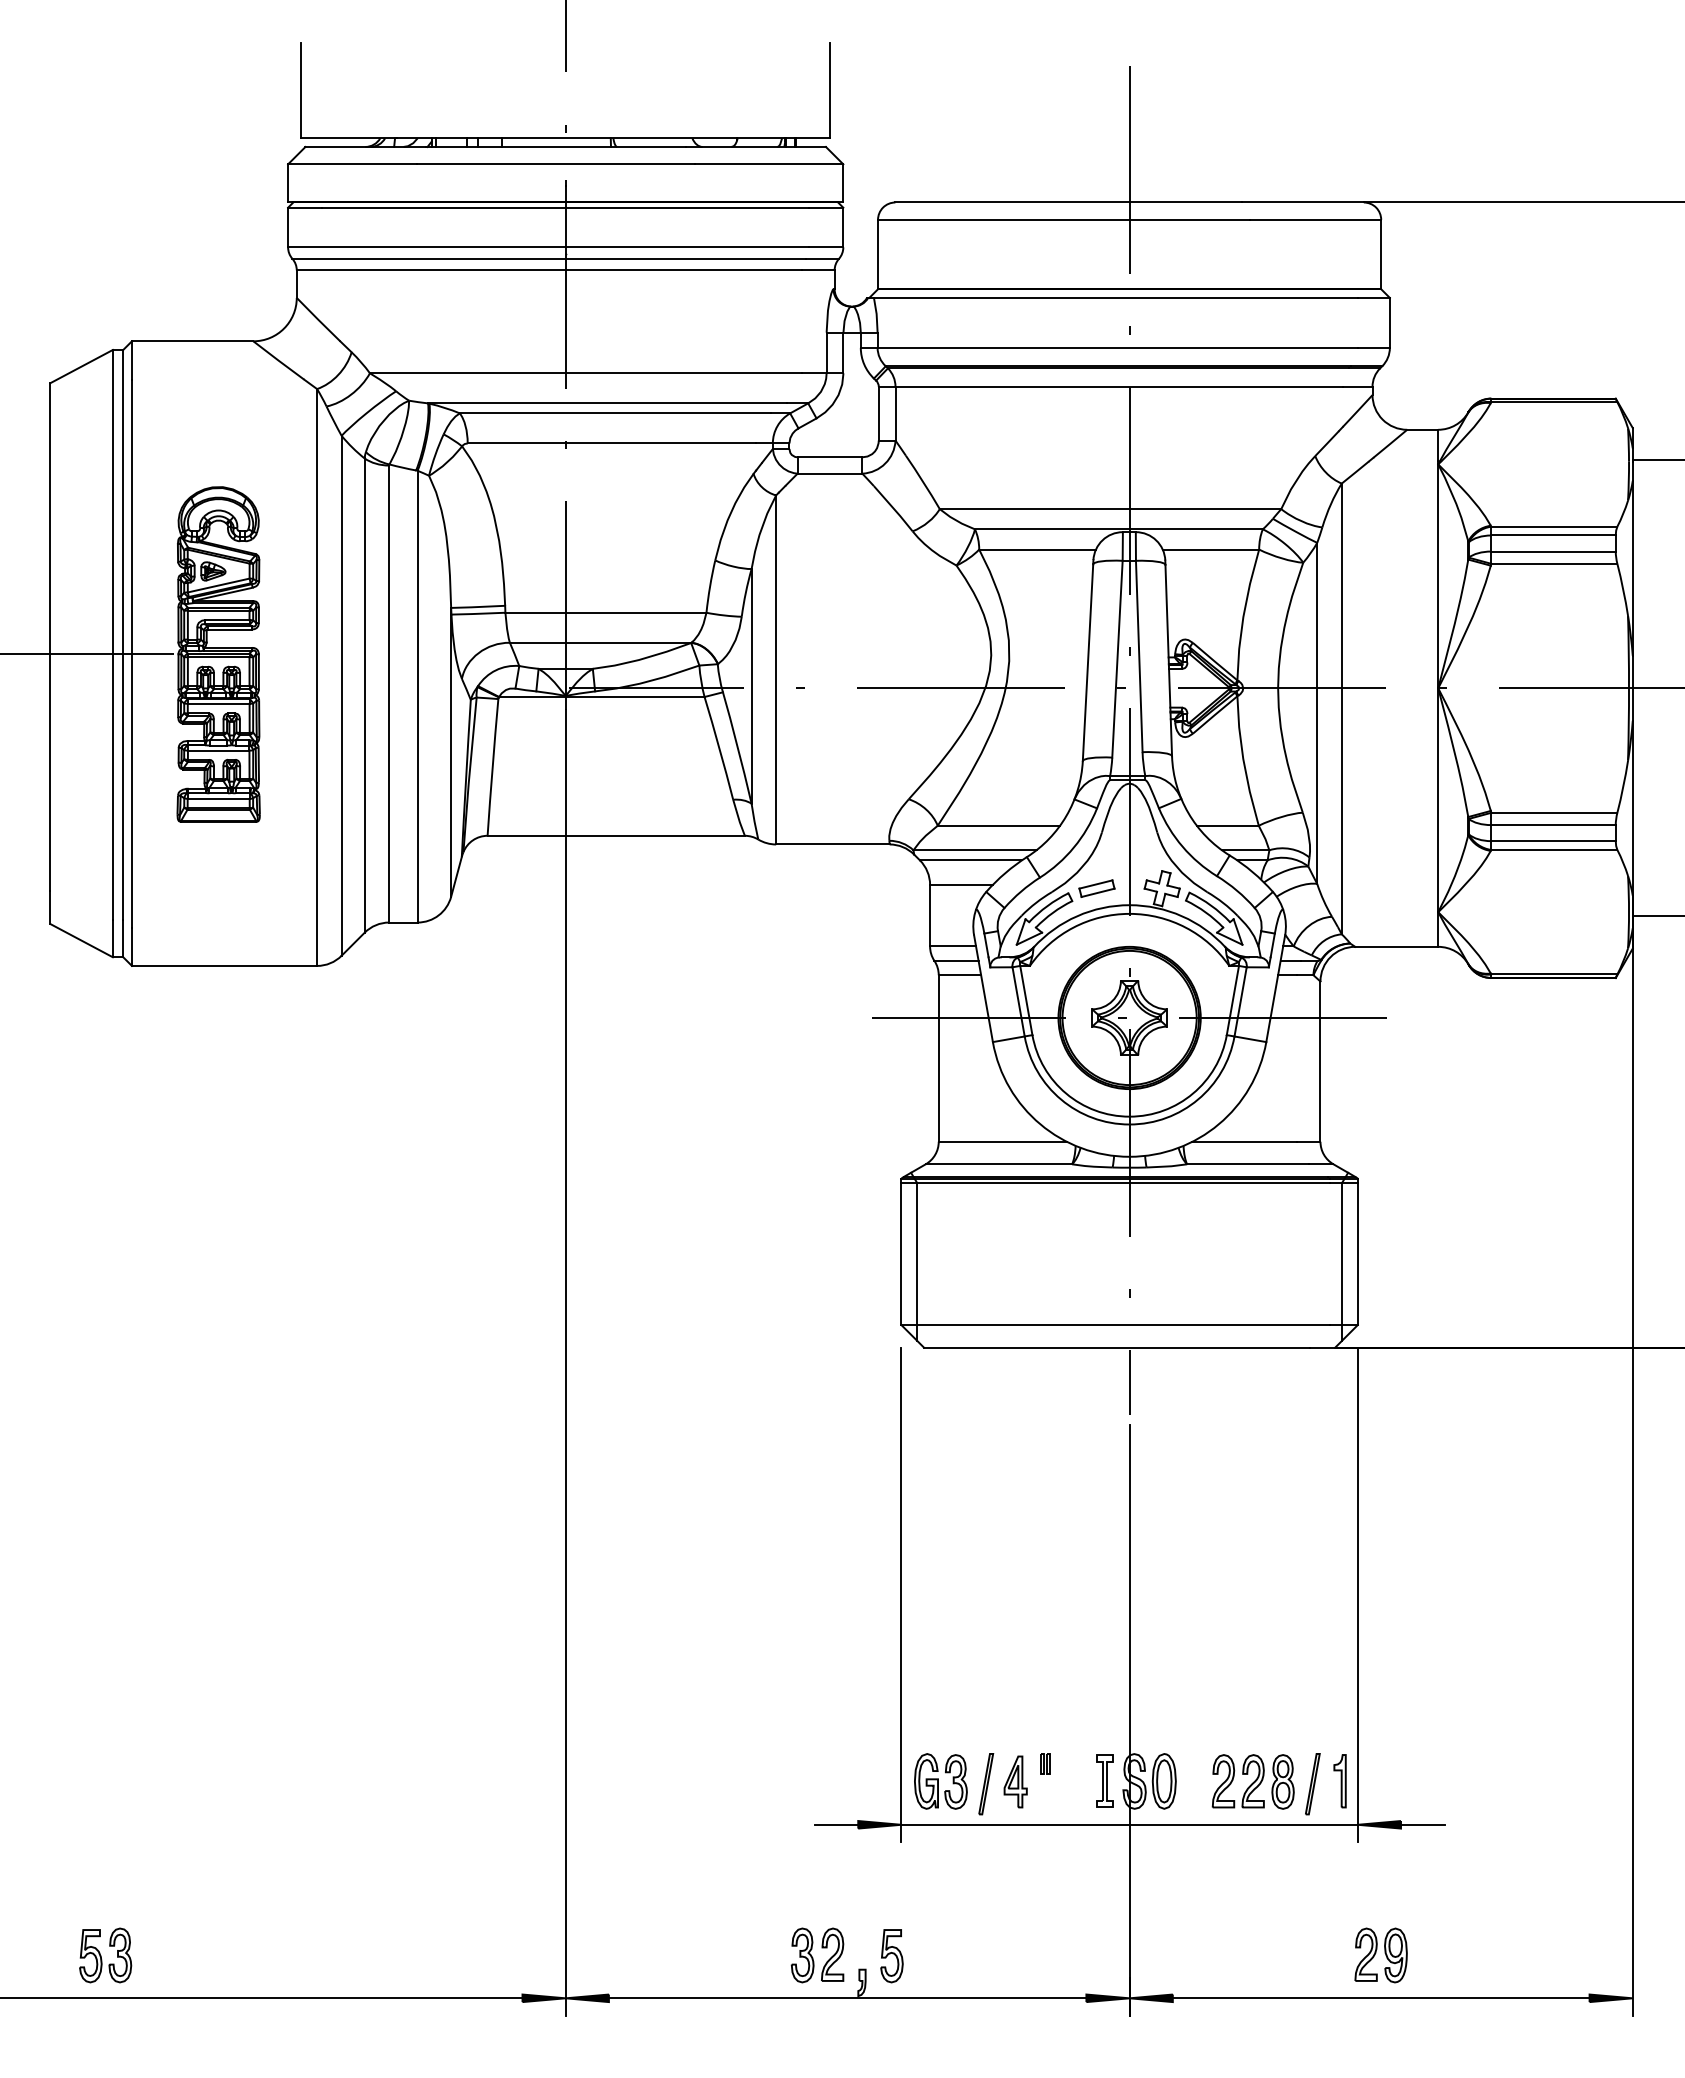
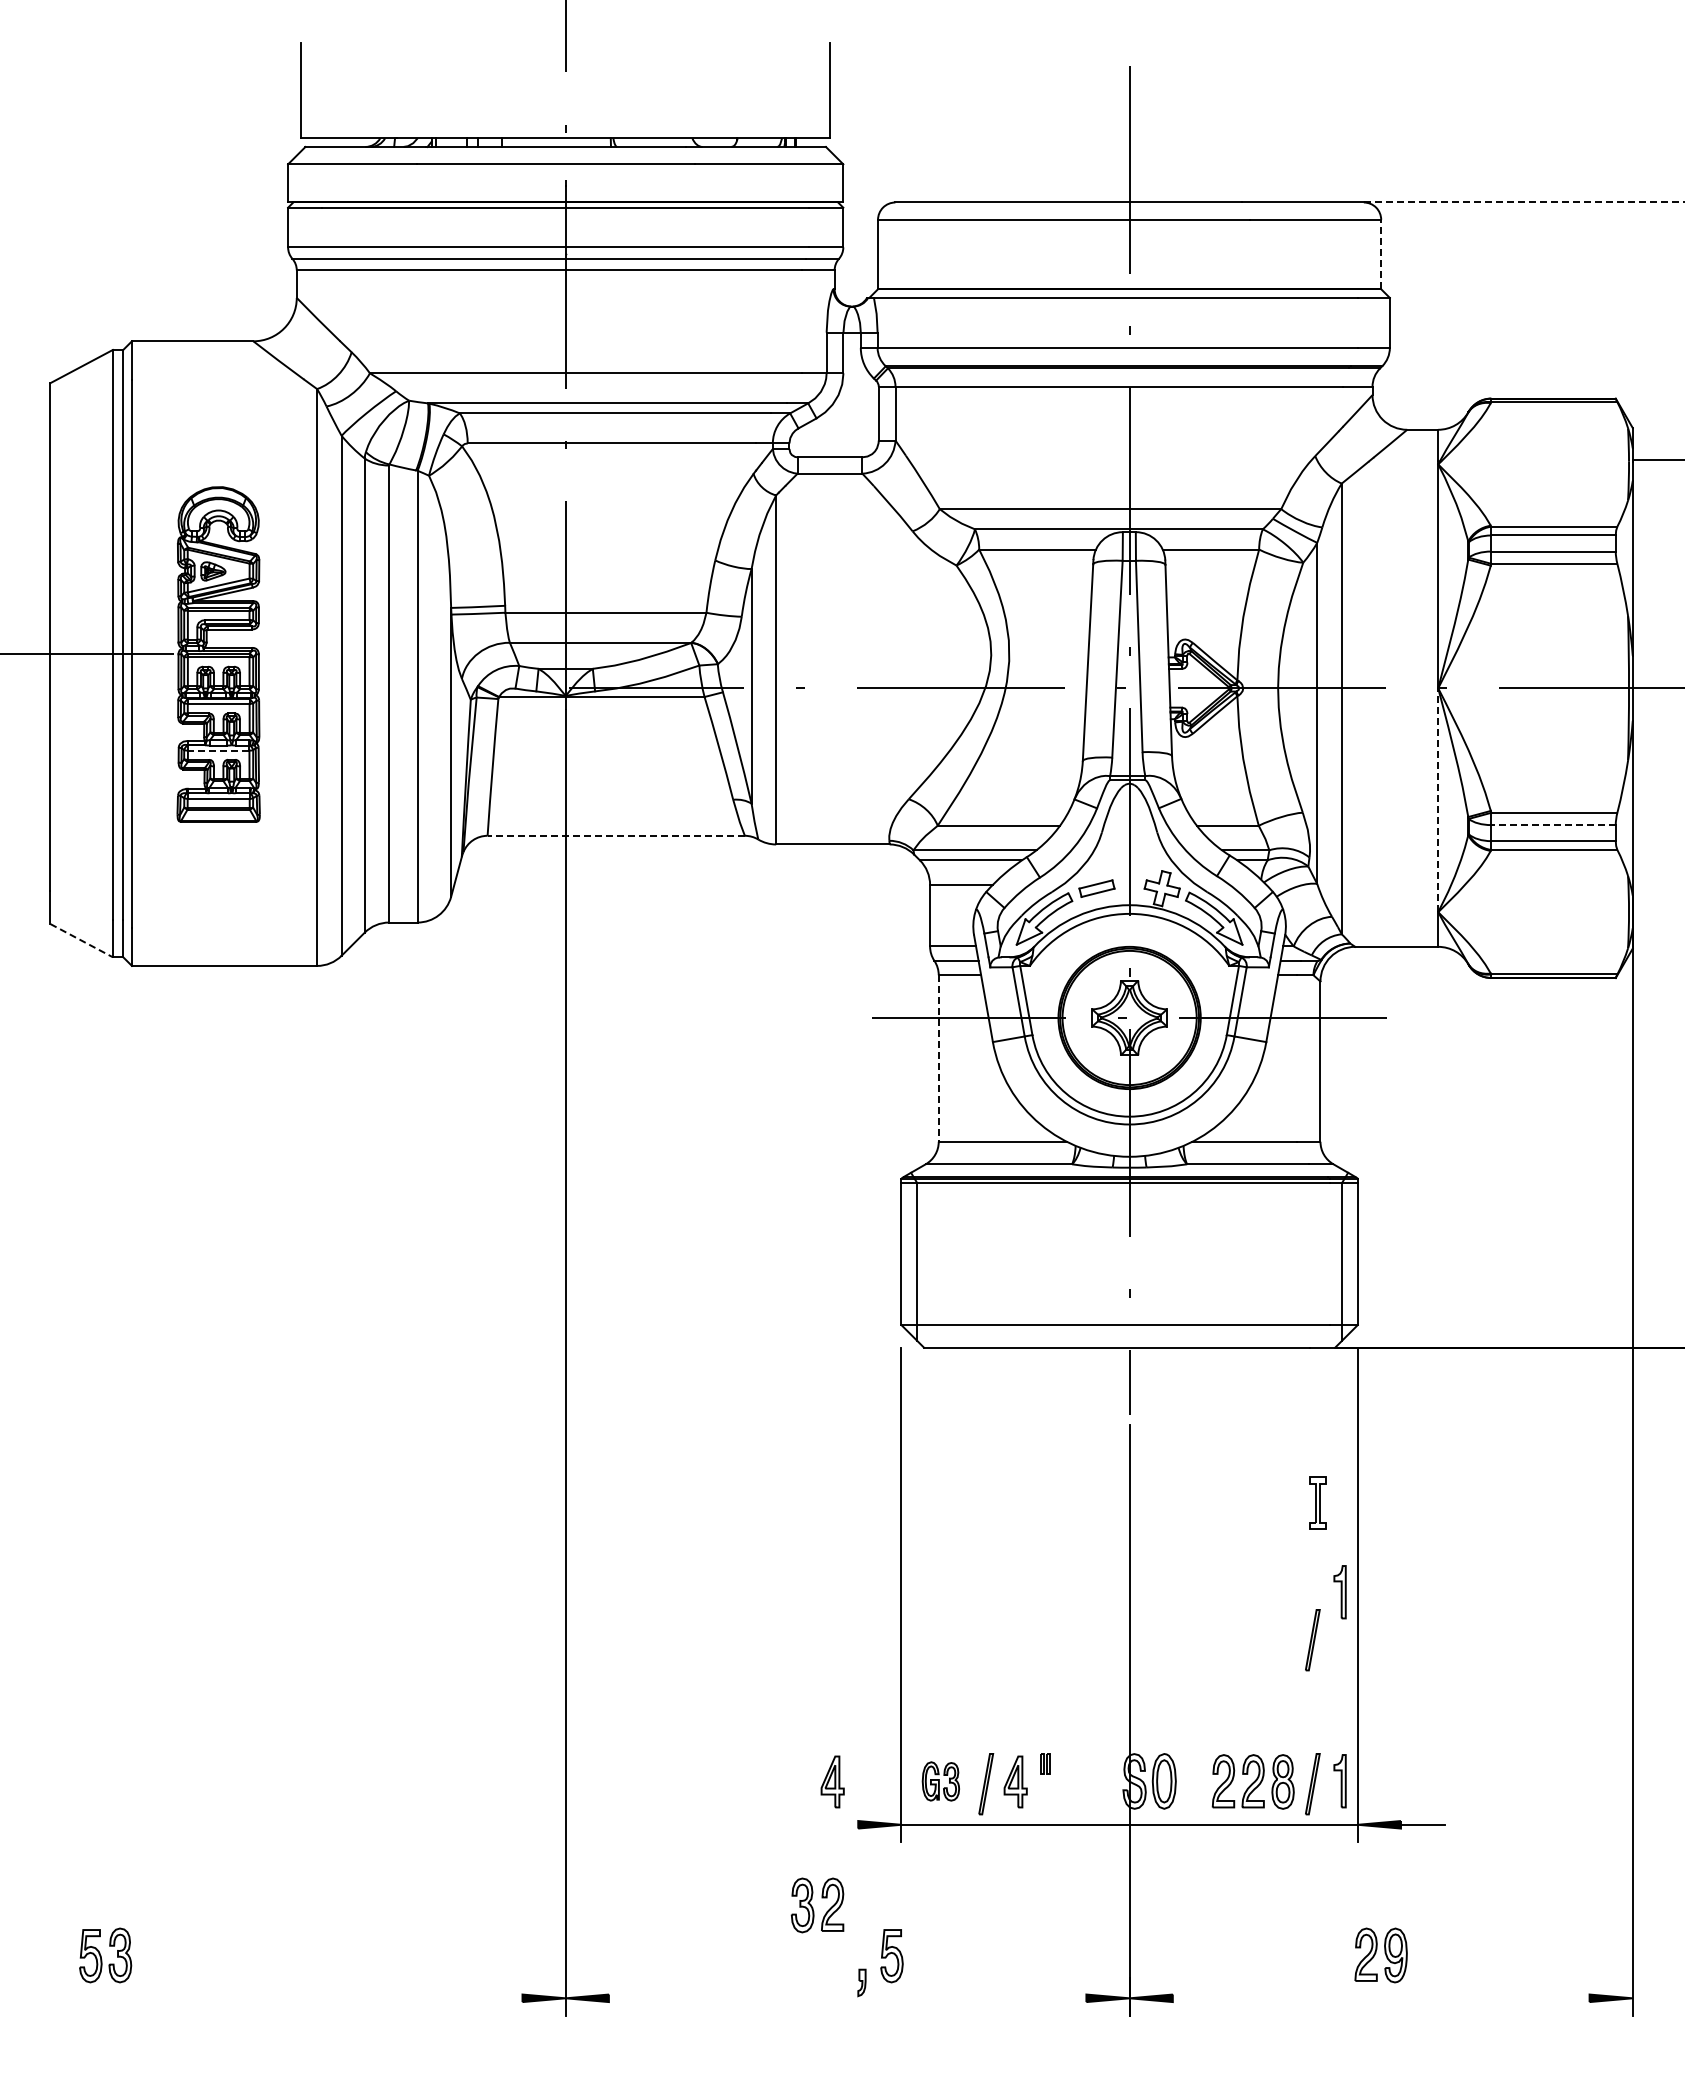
line at (1524, 202): solid -> dashed
line at (1381, 254): solid -> dashed
line at (218, 750): solid -> dashed
line at (1438, 800): solid -> dashed
line at (1553, 825): solid -> dashed
line at (616, 835): solid -> dashed
line at (1656, 916): present -> none
line at (82, 940): solid -> dashed
line at (938, 1059): solid -> dashed
part at (1339, 1592): none -> present
part at (1312, 1640): none -> present
part at (1104, 1780) position: (1104, 1780) -> (1317, 1502)
part at (832, 1781): none -> present
part at (940, 1781) size: 54x57 px -> 39x41 px
line at (836, 1824): present -> none
part at (817, 1955) position: (817, 1955) -> (817, 1905)
line at (262, 1998): present -> none
line at (847, 1998): present -> none
line at (1380, 1998): present -> none
